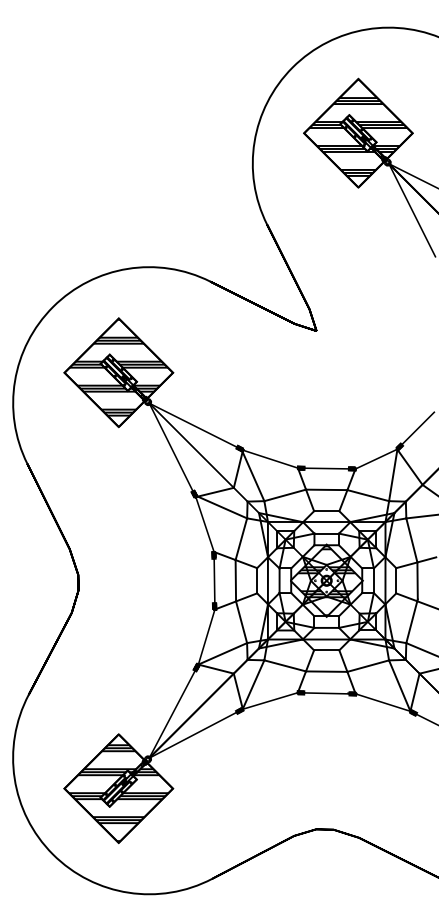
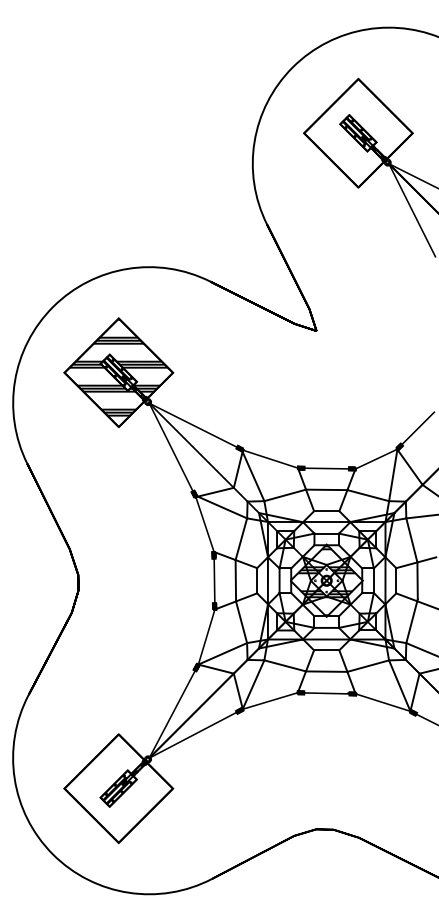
hatch at (358, 127): present -> none
hatch at (118, 793): present -> none
